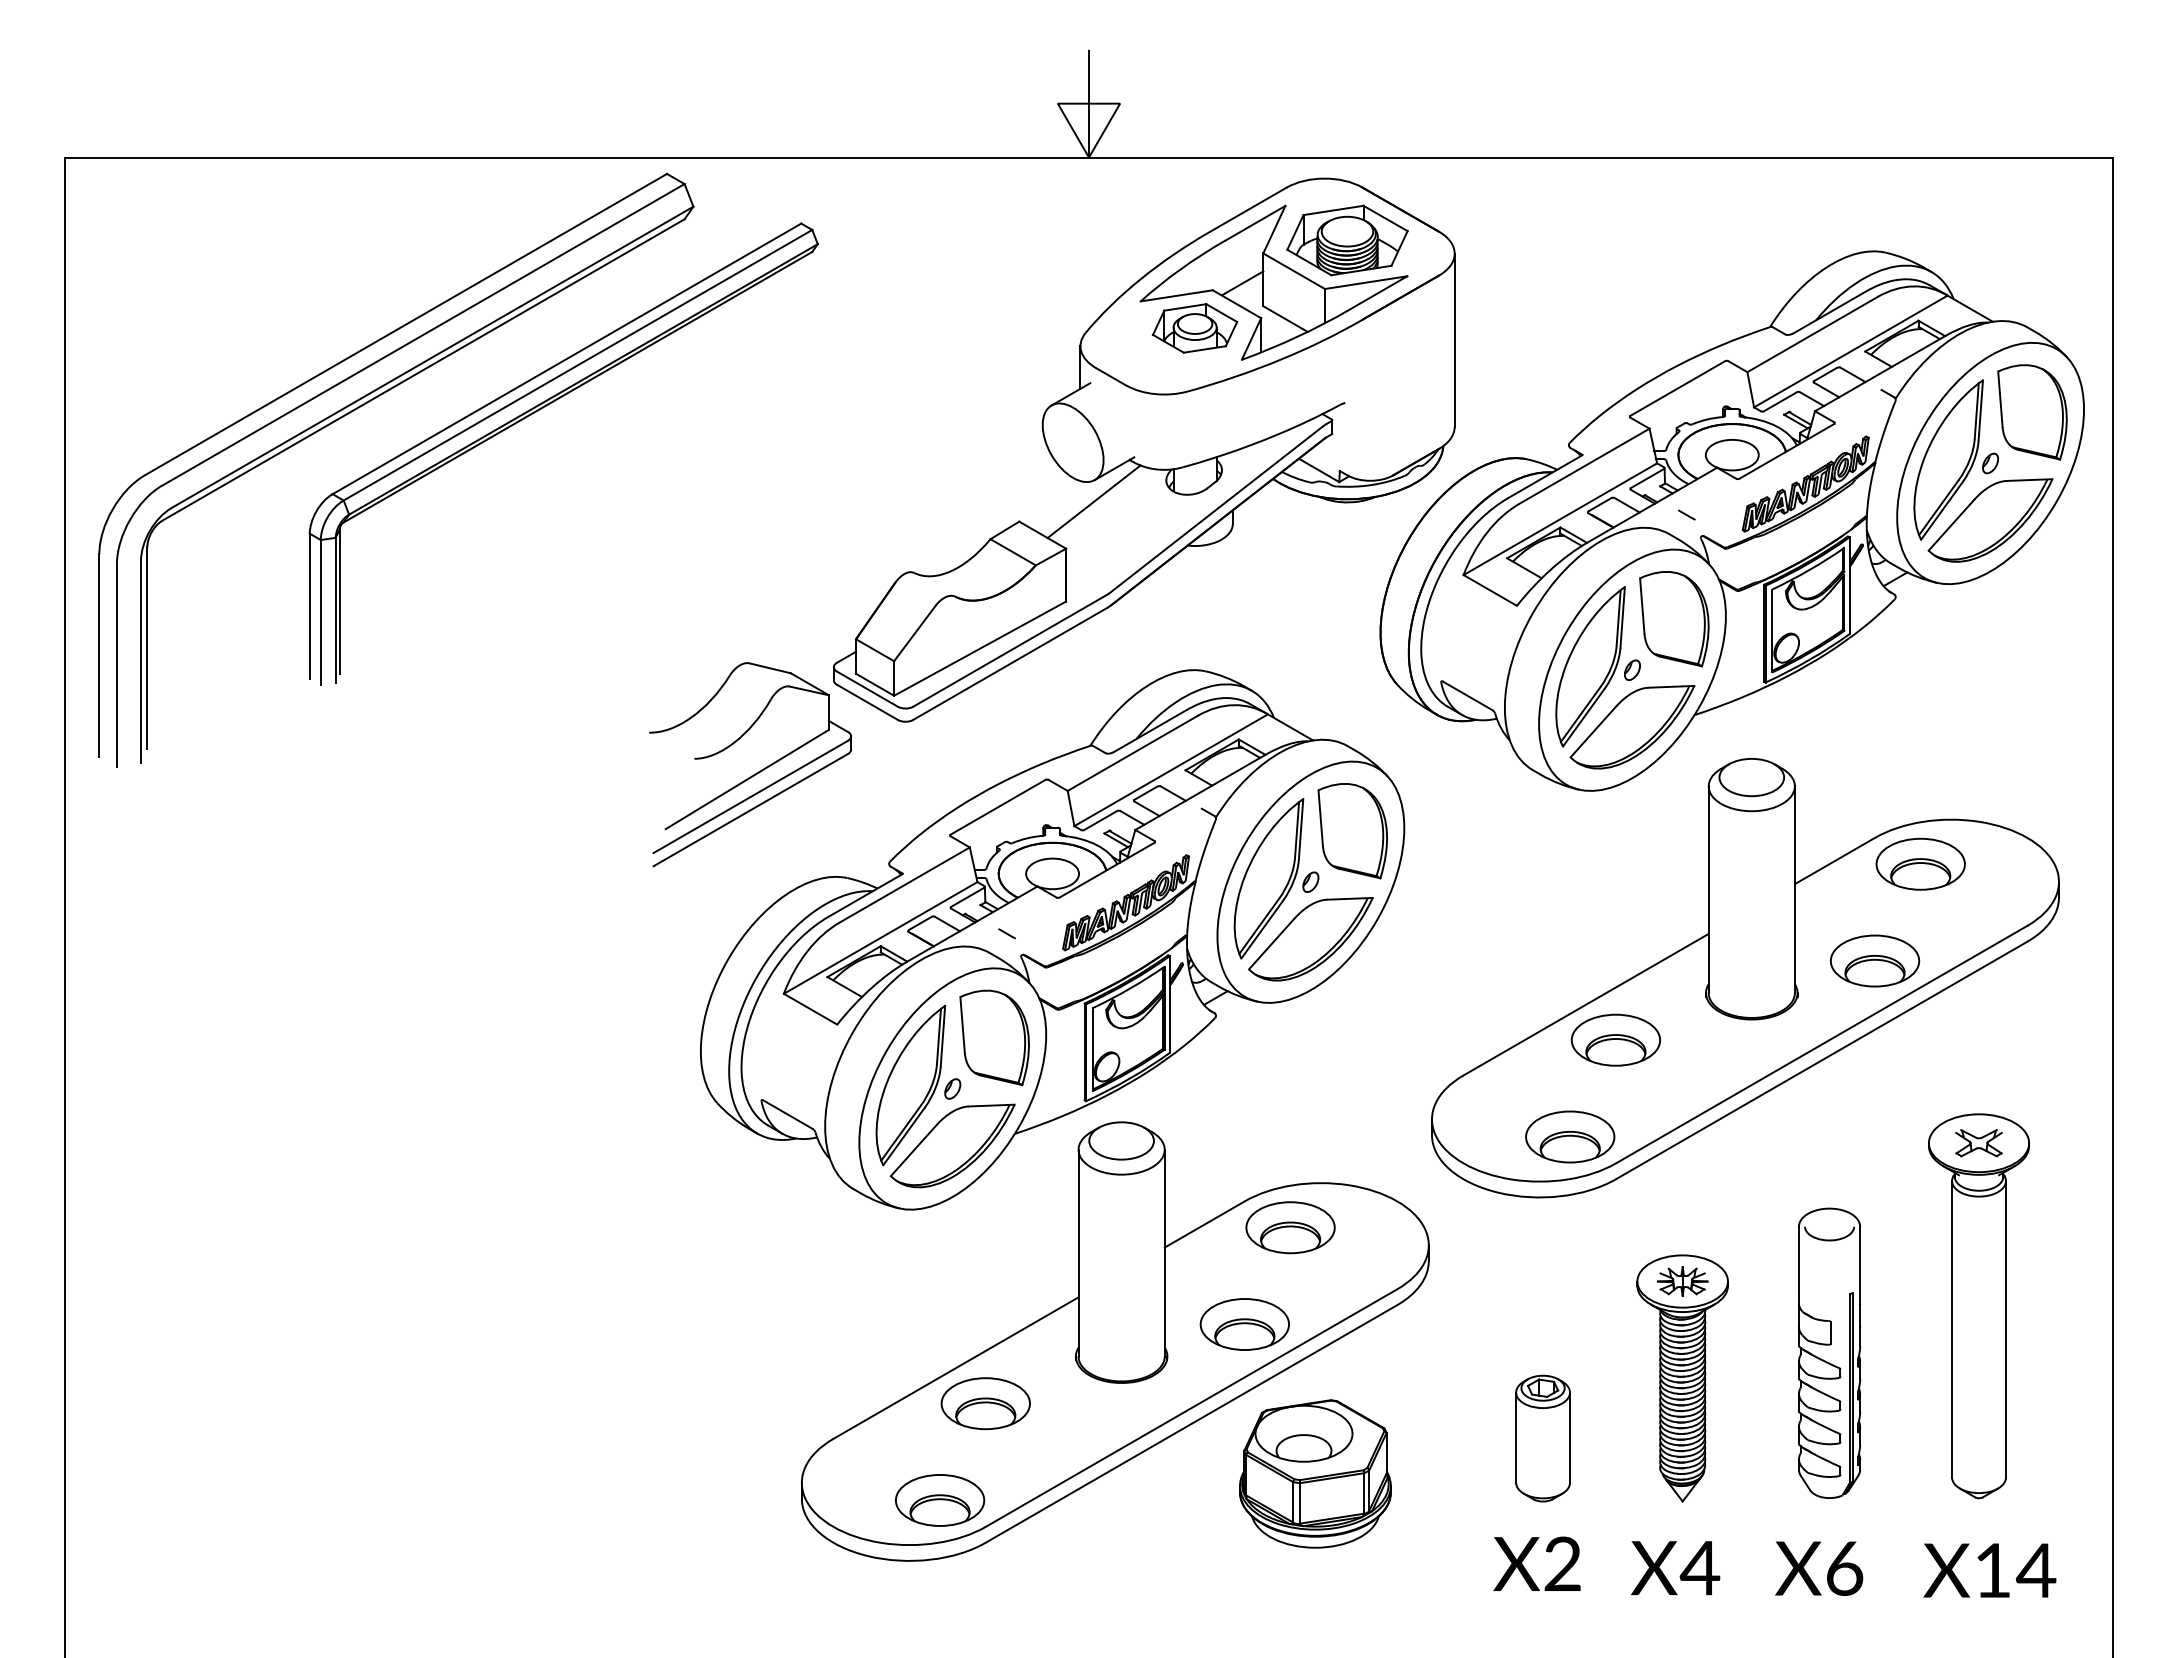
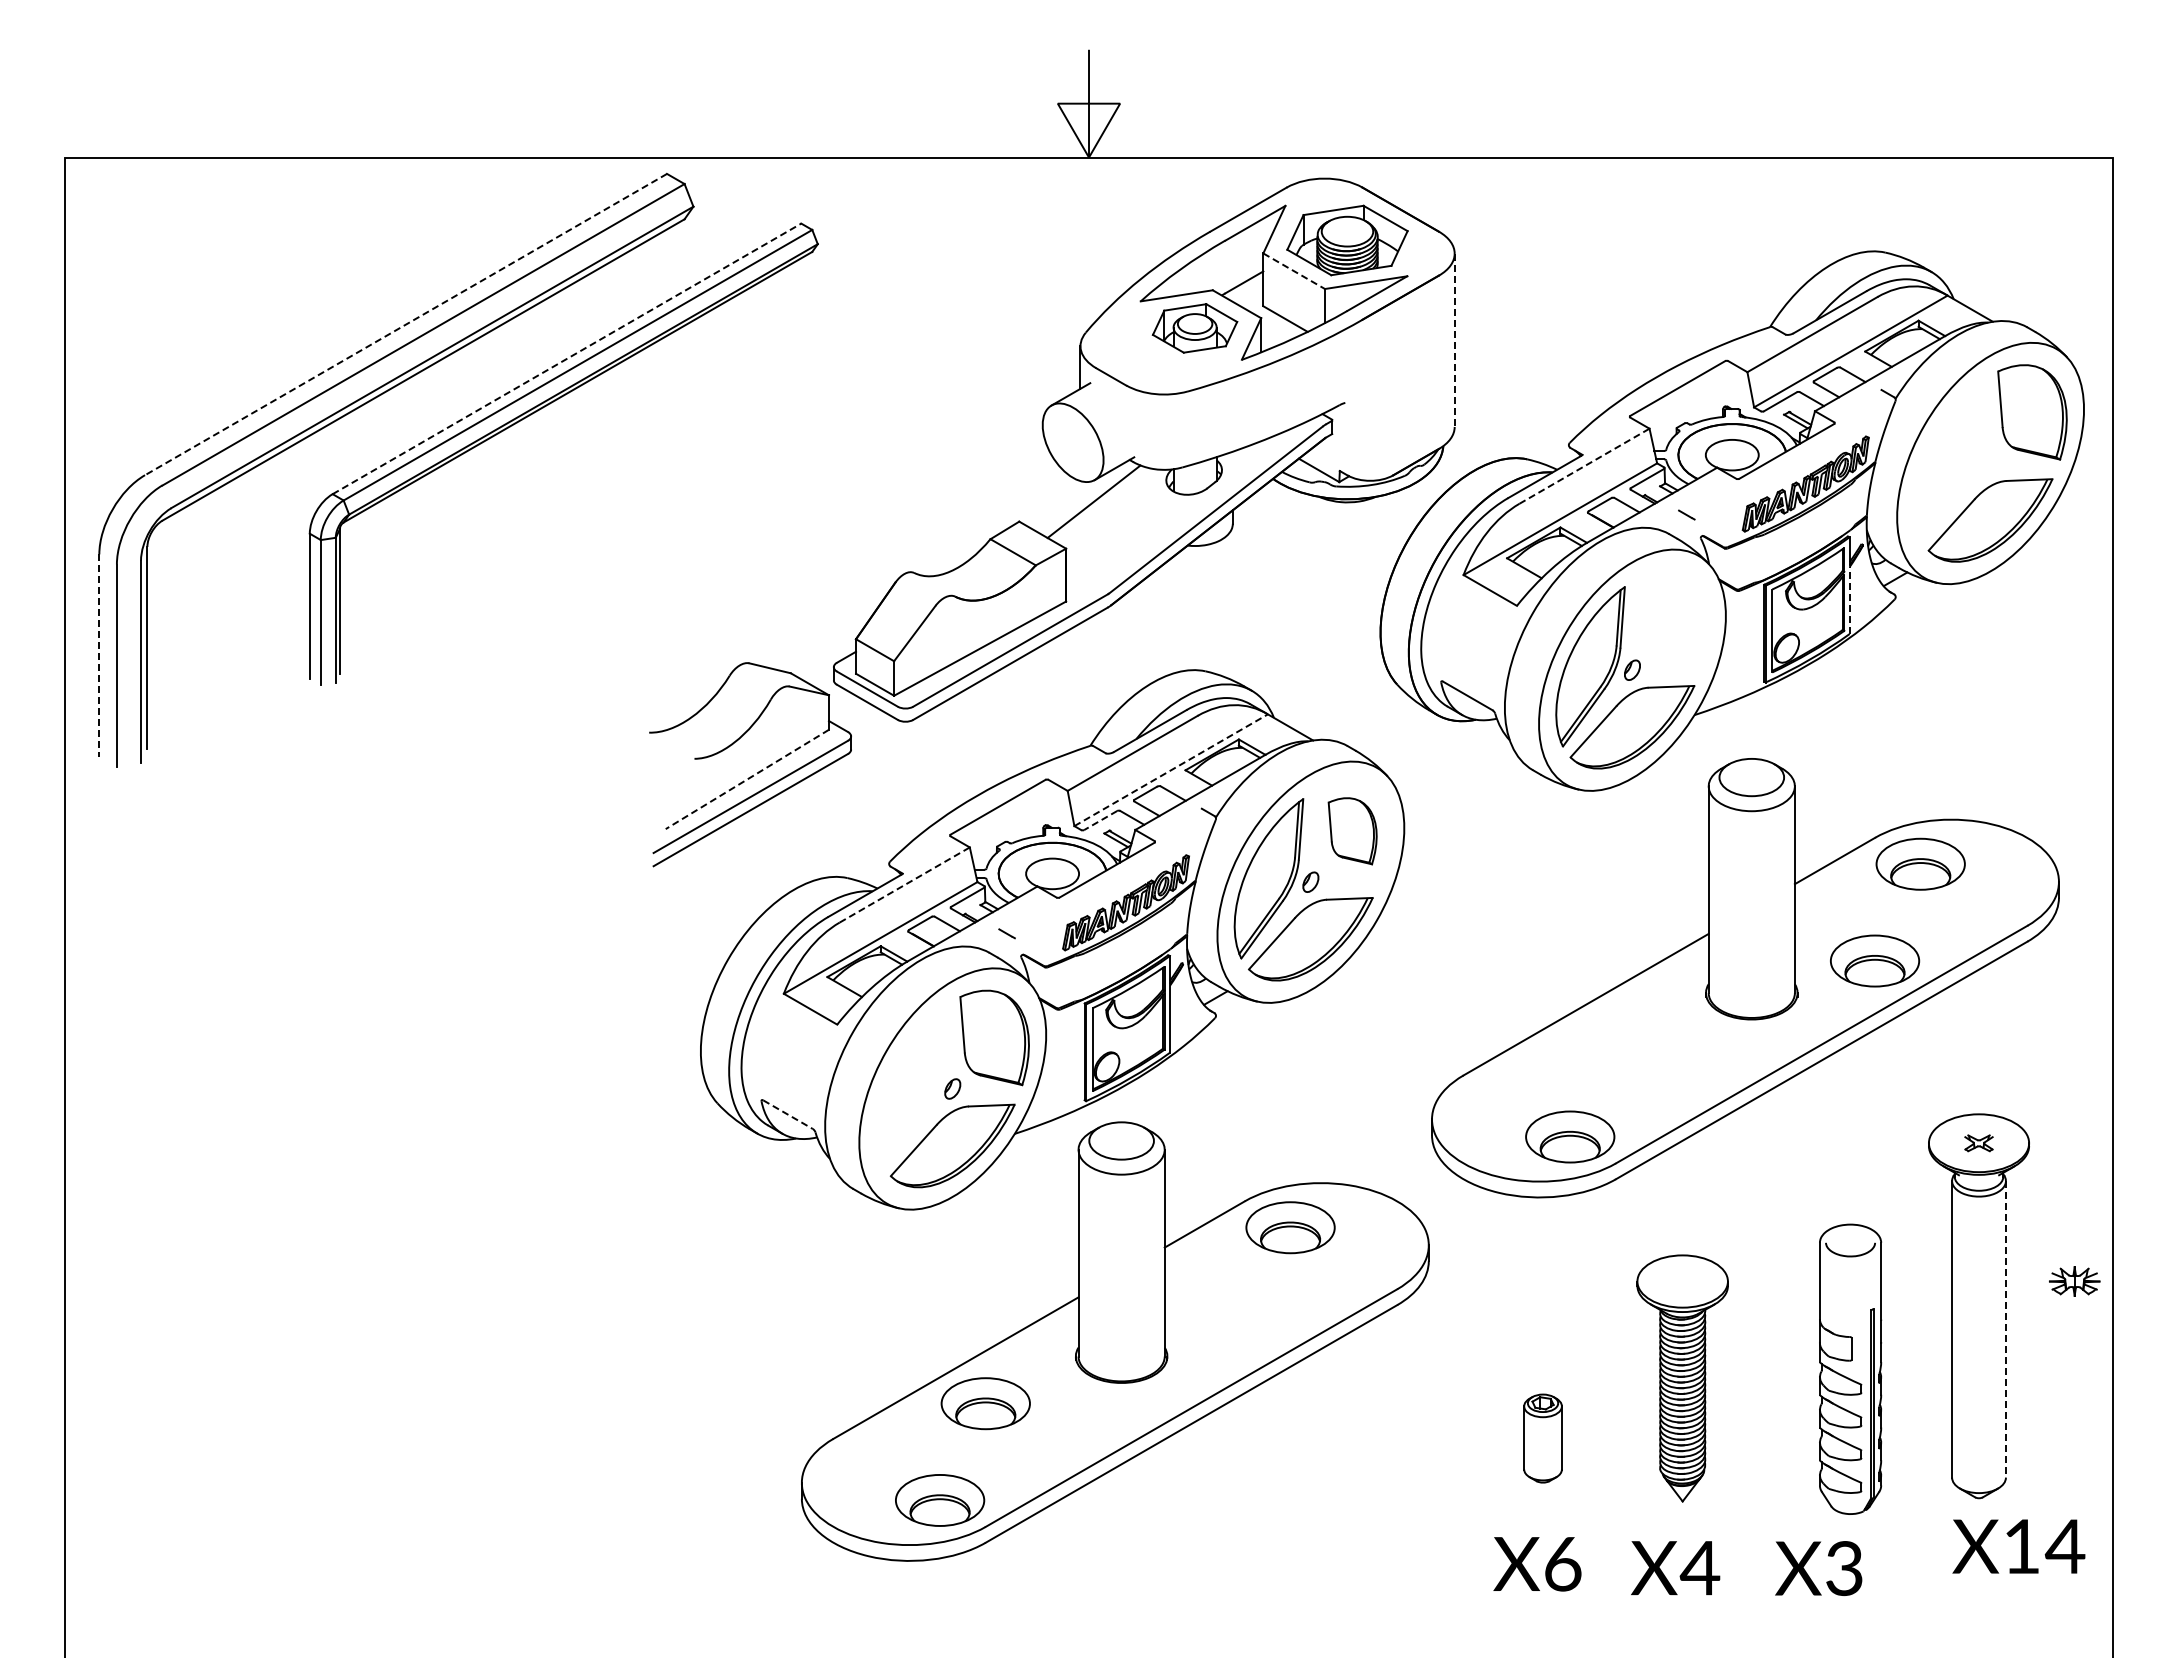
line at (1294, 271): solid -> dashed
line at (405, 324): solid -> dashed
line at (1454, 340): solid -> dashed
line at (566, 358): solid -> dashed
part at (1955, 459): present -> none
line at (1584, 466): solid -> dashed
line at (1849, 600): solid -> dashed
part at (1674, 619): present -> none
line at (99, 656): solid -> dashed
line at (1171, 770): solid -> dashed
line at (747, 779): solid -> dashed
line at (1100, 820): solid -> dashed
part at (1352, 831) size: 71x97 px -> 51x69 px
line at (905, 884): solid -> dashed
part at (1615, 1039): present -> none
part at (910, 1085): present -> none
line at (788, 1114): solid -> dashed
part at (1978, 1143) size: 48x29 px -> 30x19 px
part at (1682, 1281) position: (1682, 1281) -> (2074, 1281)
part at (1244, 1324): present -> none
line at (2005, 1329): solid -> dashed
part at (1829, 1352) position: (1829, 1352) -> (1850, 1368)
part at (1542, 1438) size: 56x129 px -> 40x91 px
part at (1315, 1473): present -> none
text at (1562, 1563): X2 -> X6
text at (1844, 1568): X6 -> X3
text at (1989, 1570) position: (1989, 1570) -> (2018, 1546)
